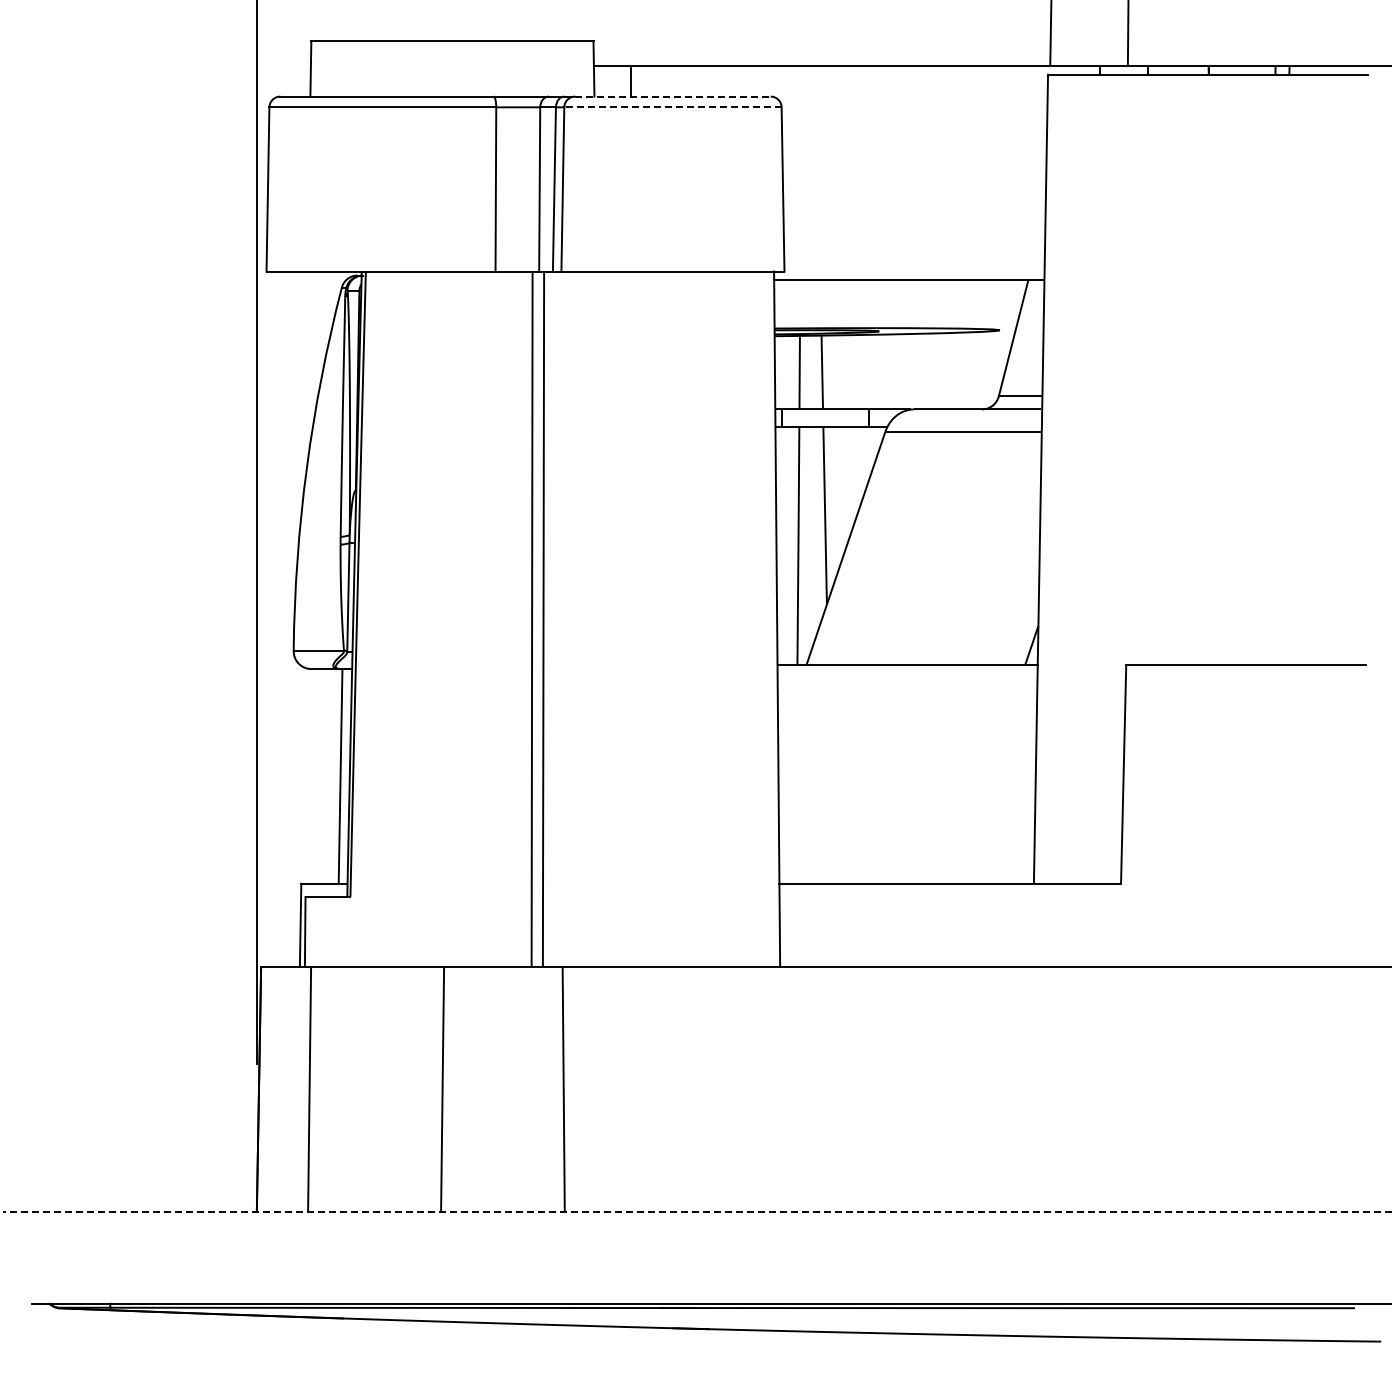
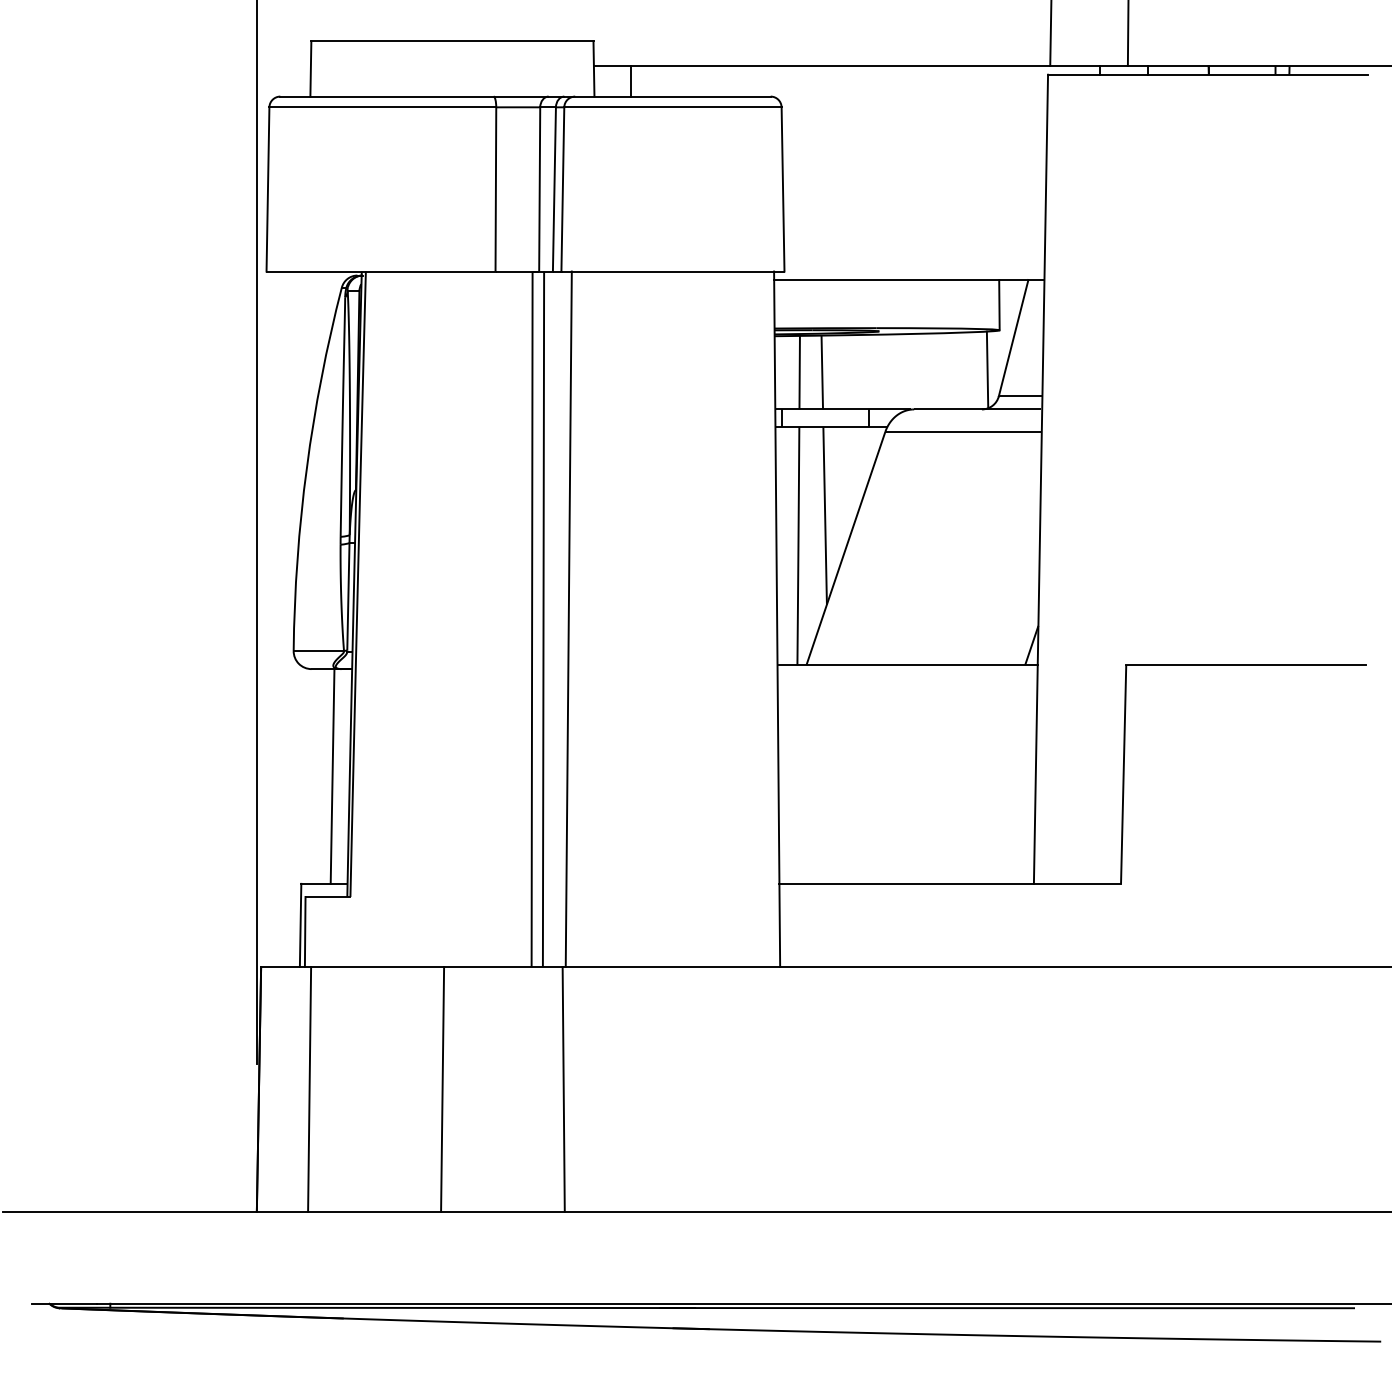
line at (672, 96): dashed -> solid
line at (672, 107): dashed -> solid
line at (999, 305): none -> present
line at (987, 369): none -> present
line at (568, 618): none -> present
line at (340, 776) position: (340, 776) -> (332, 776)
line at (697, 1211): dashed -> solid
